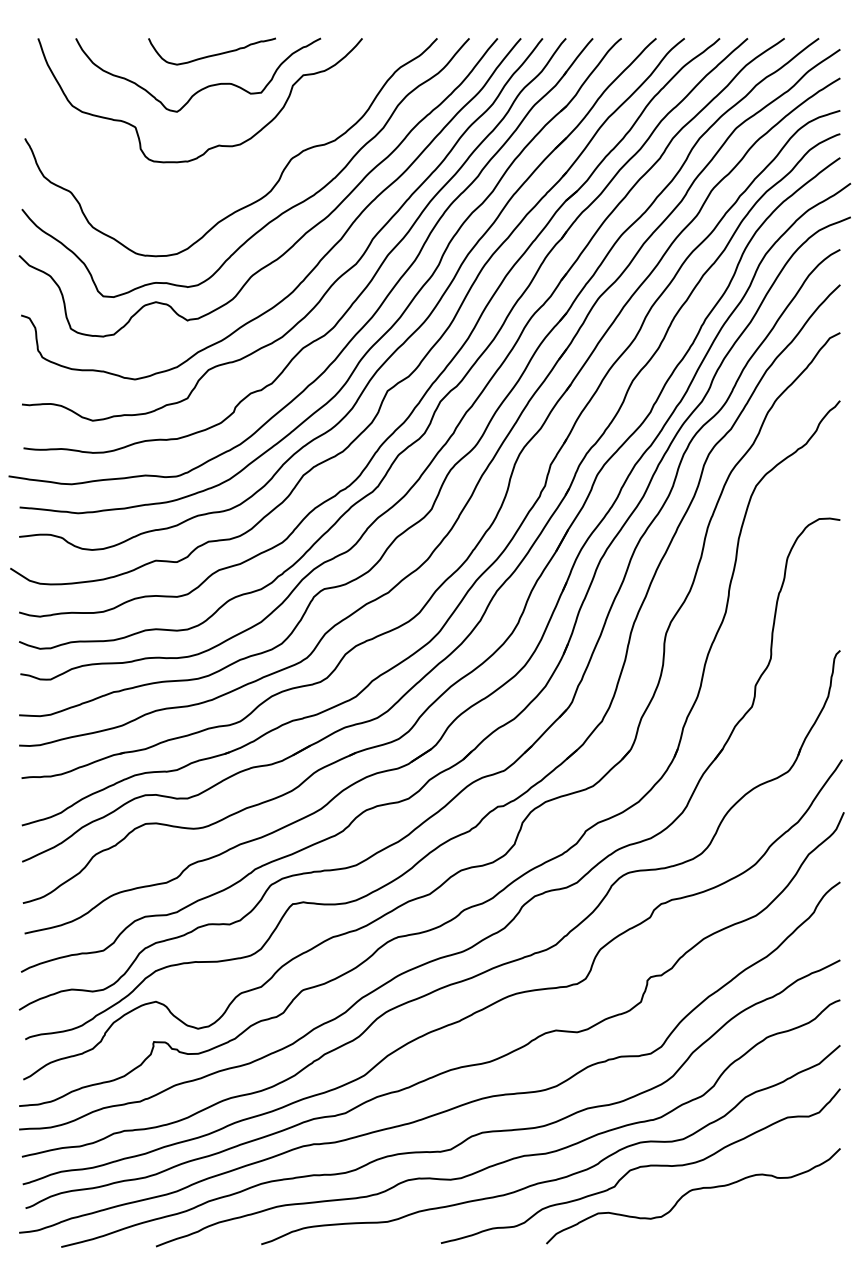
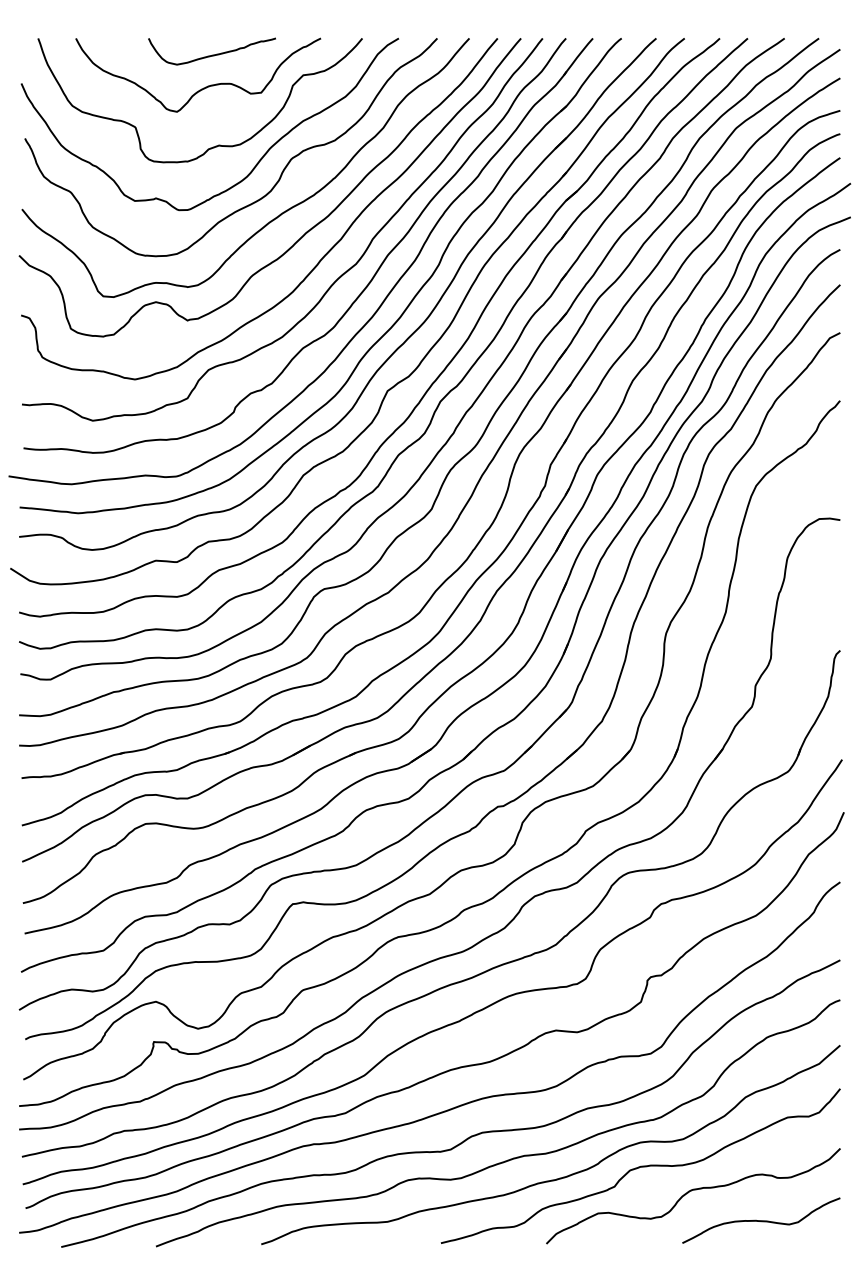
curve at (258, 160): none -> present
curve at (761, 1220): none -> present
